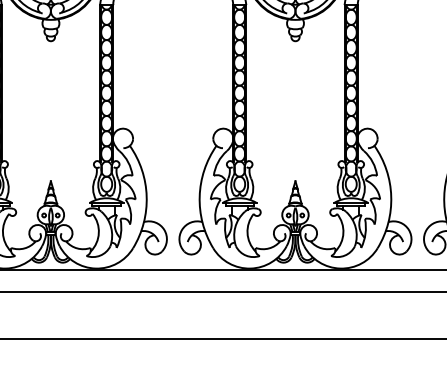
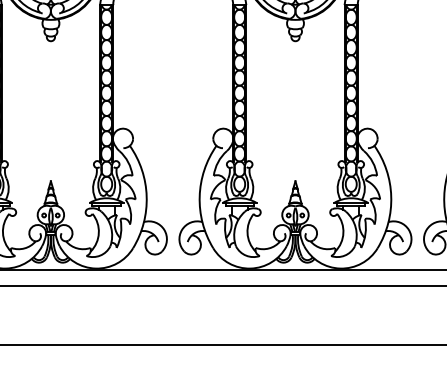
line at (222, 291) position: (222, 291) -> (222, 285)
line at (222, 339) position: (222, 339) -> (222, 345)
